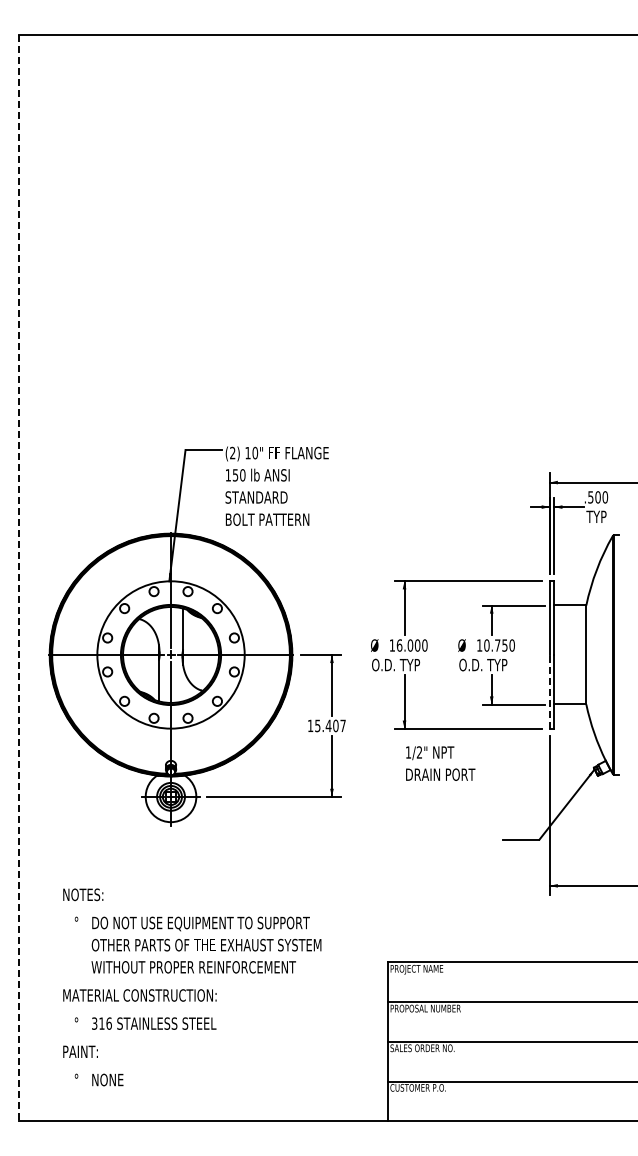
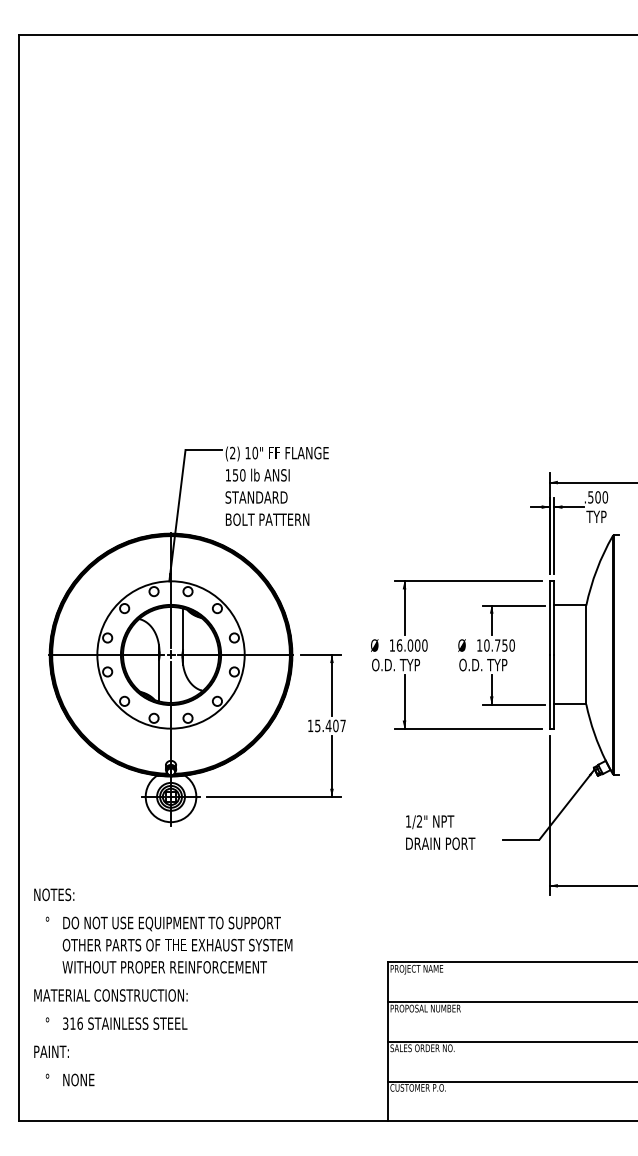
line at (19, 578): dashed -> solid
line at (549, 691): dashed -> solid
text at (440, 763) position: (440, 763) -> (440, 832)
text at (192, 987) position: (192, 987) -> (163, 987)
